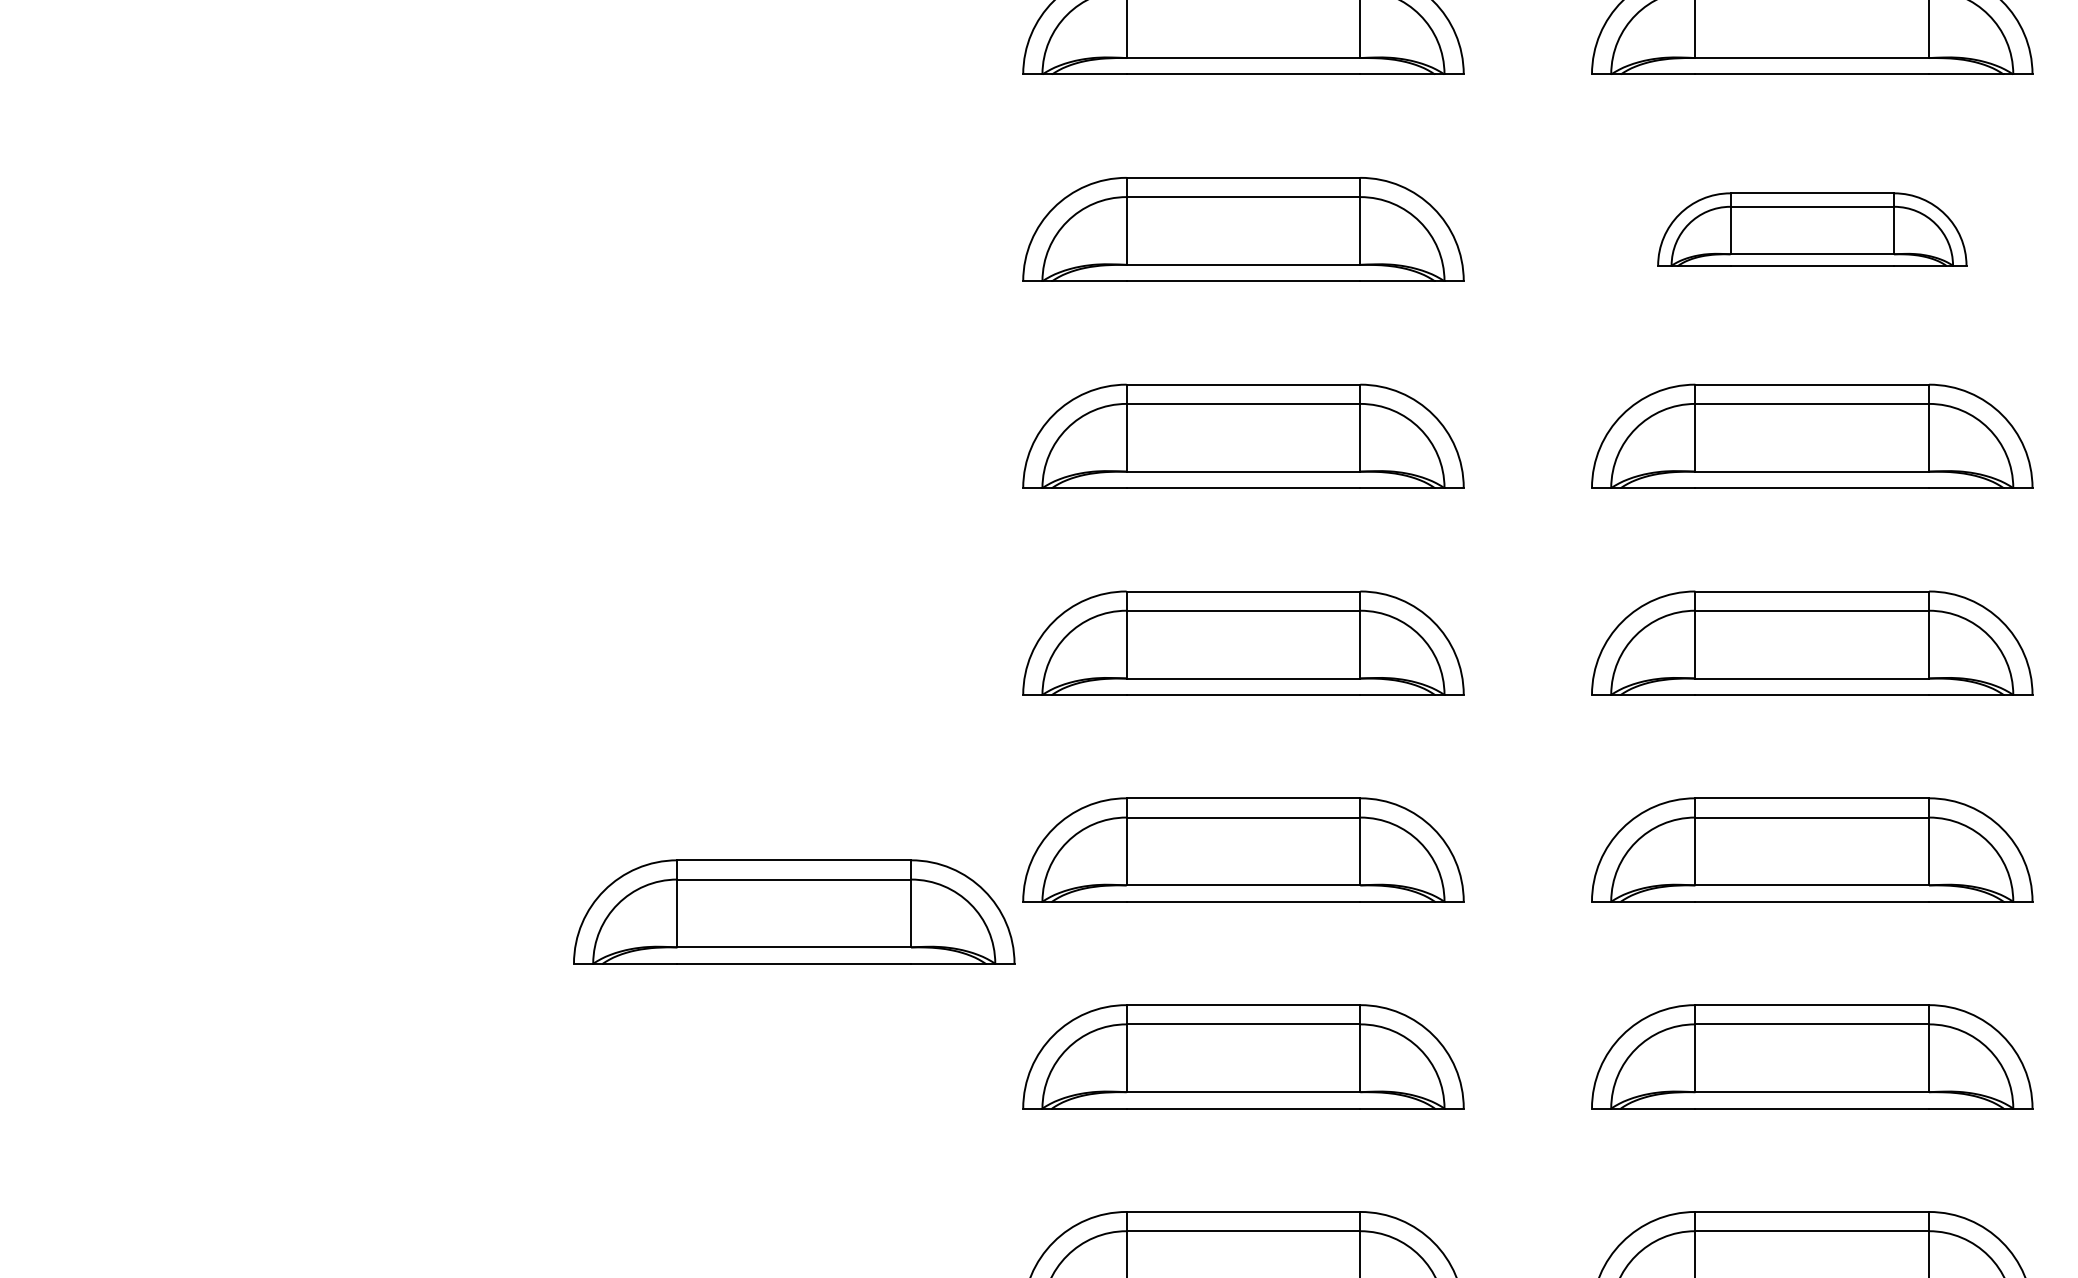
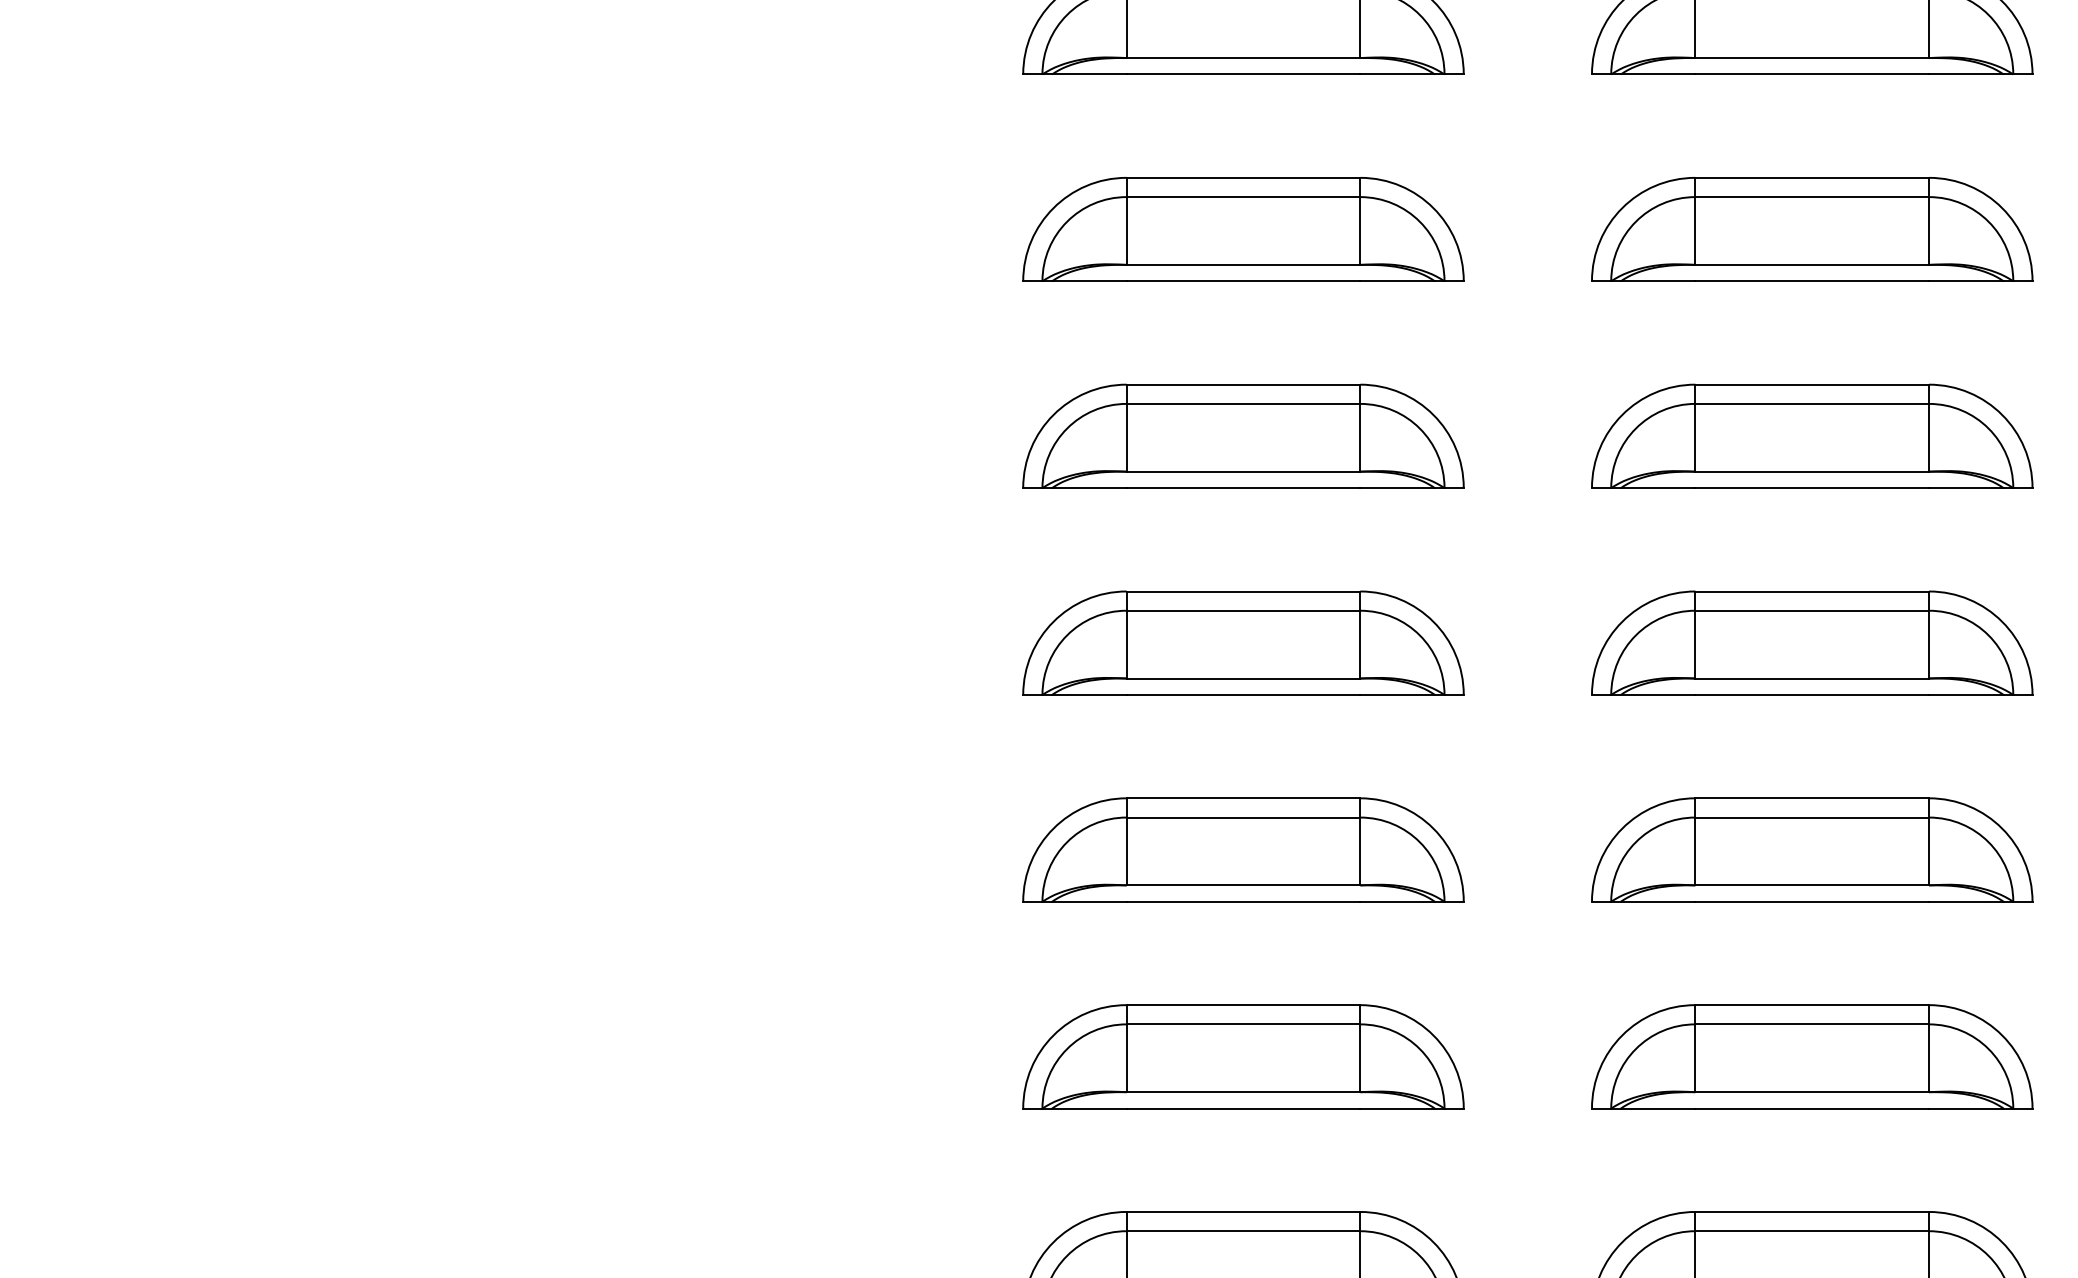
part at (1812, 229) size: 311x75 px -> 443x105 px
part at (794, 911): present -> none
